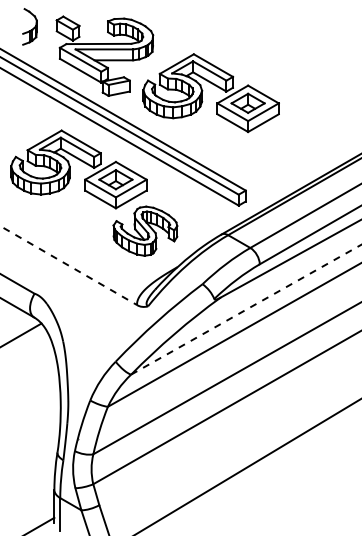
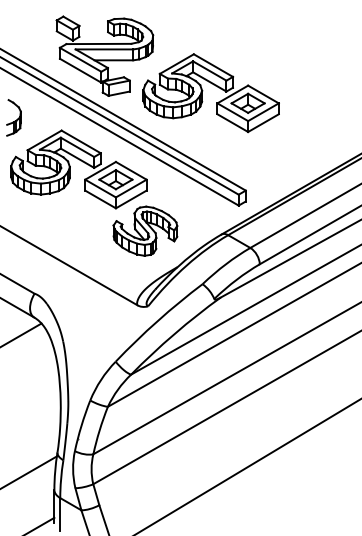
part at (29, 26) position: (29, 26) -> (13, 117)
line at (68, 265): dashed -> solid
line at (246, 309): dashed -> solid
line at (29, 471): none -> present
